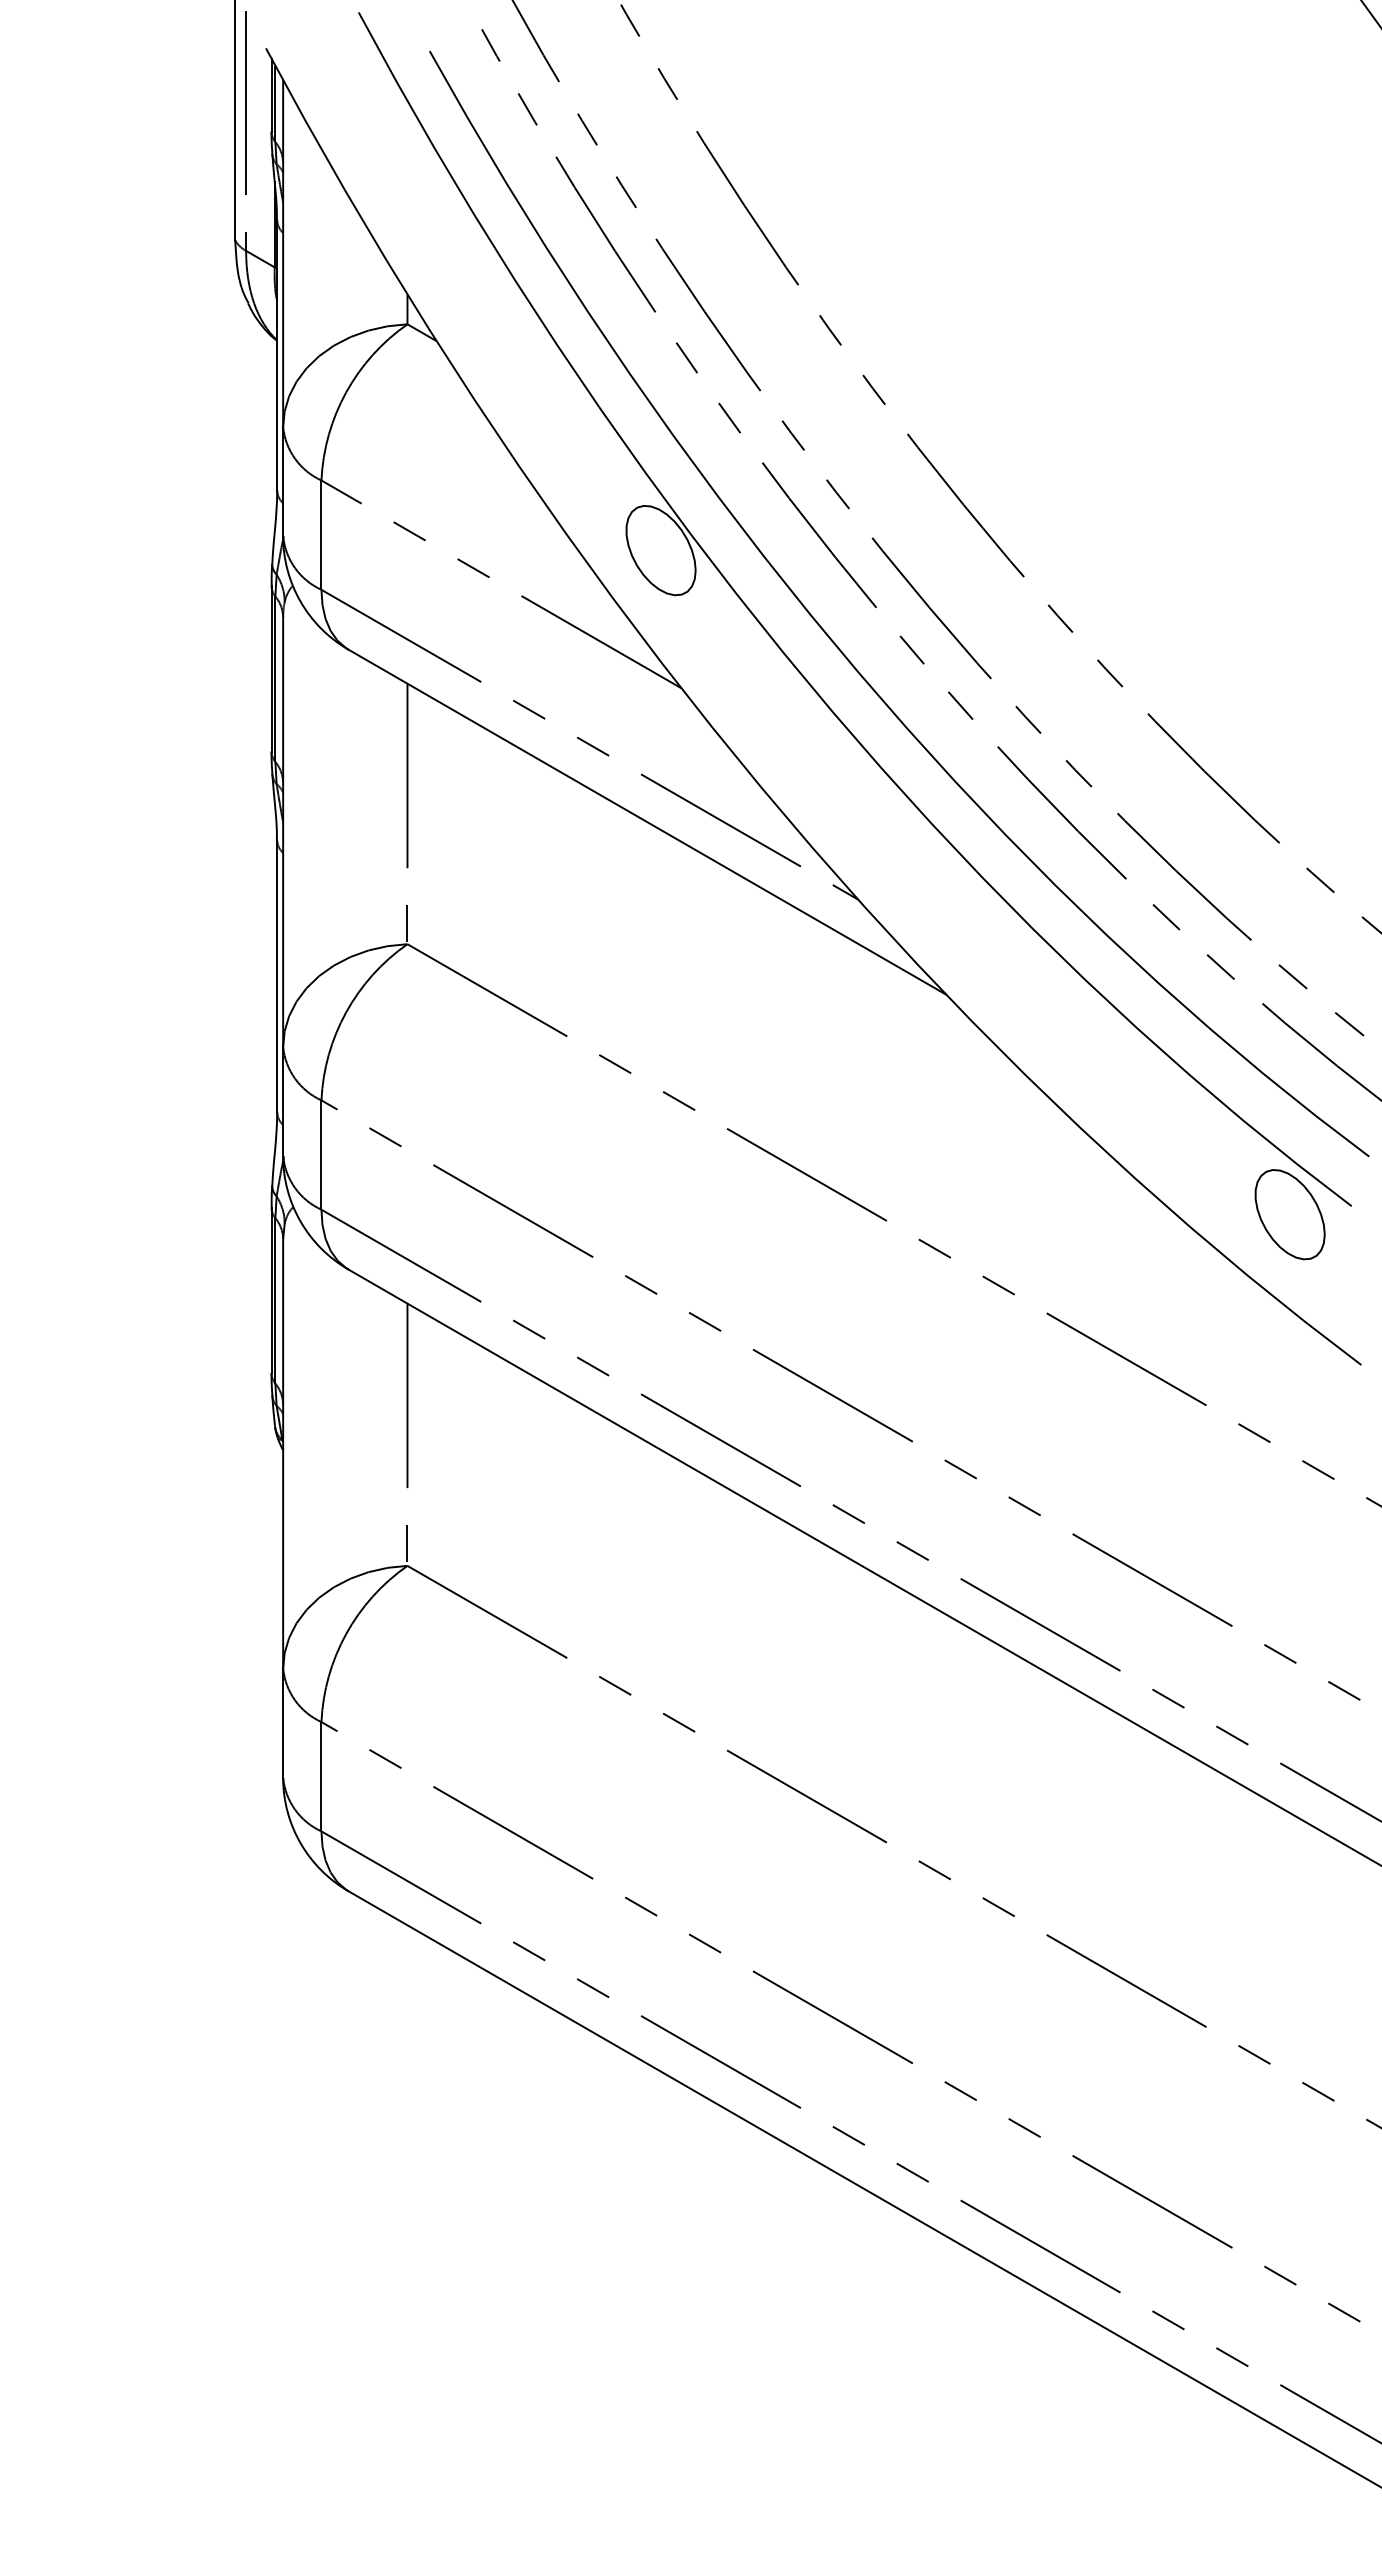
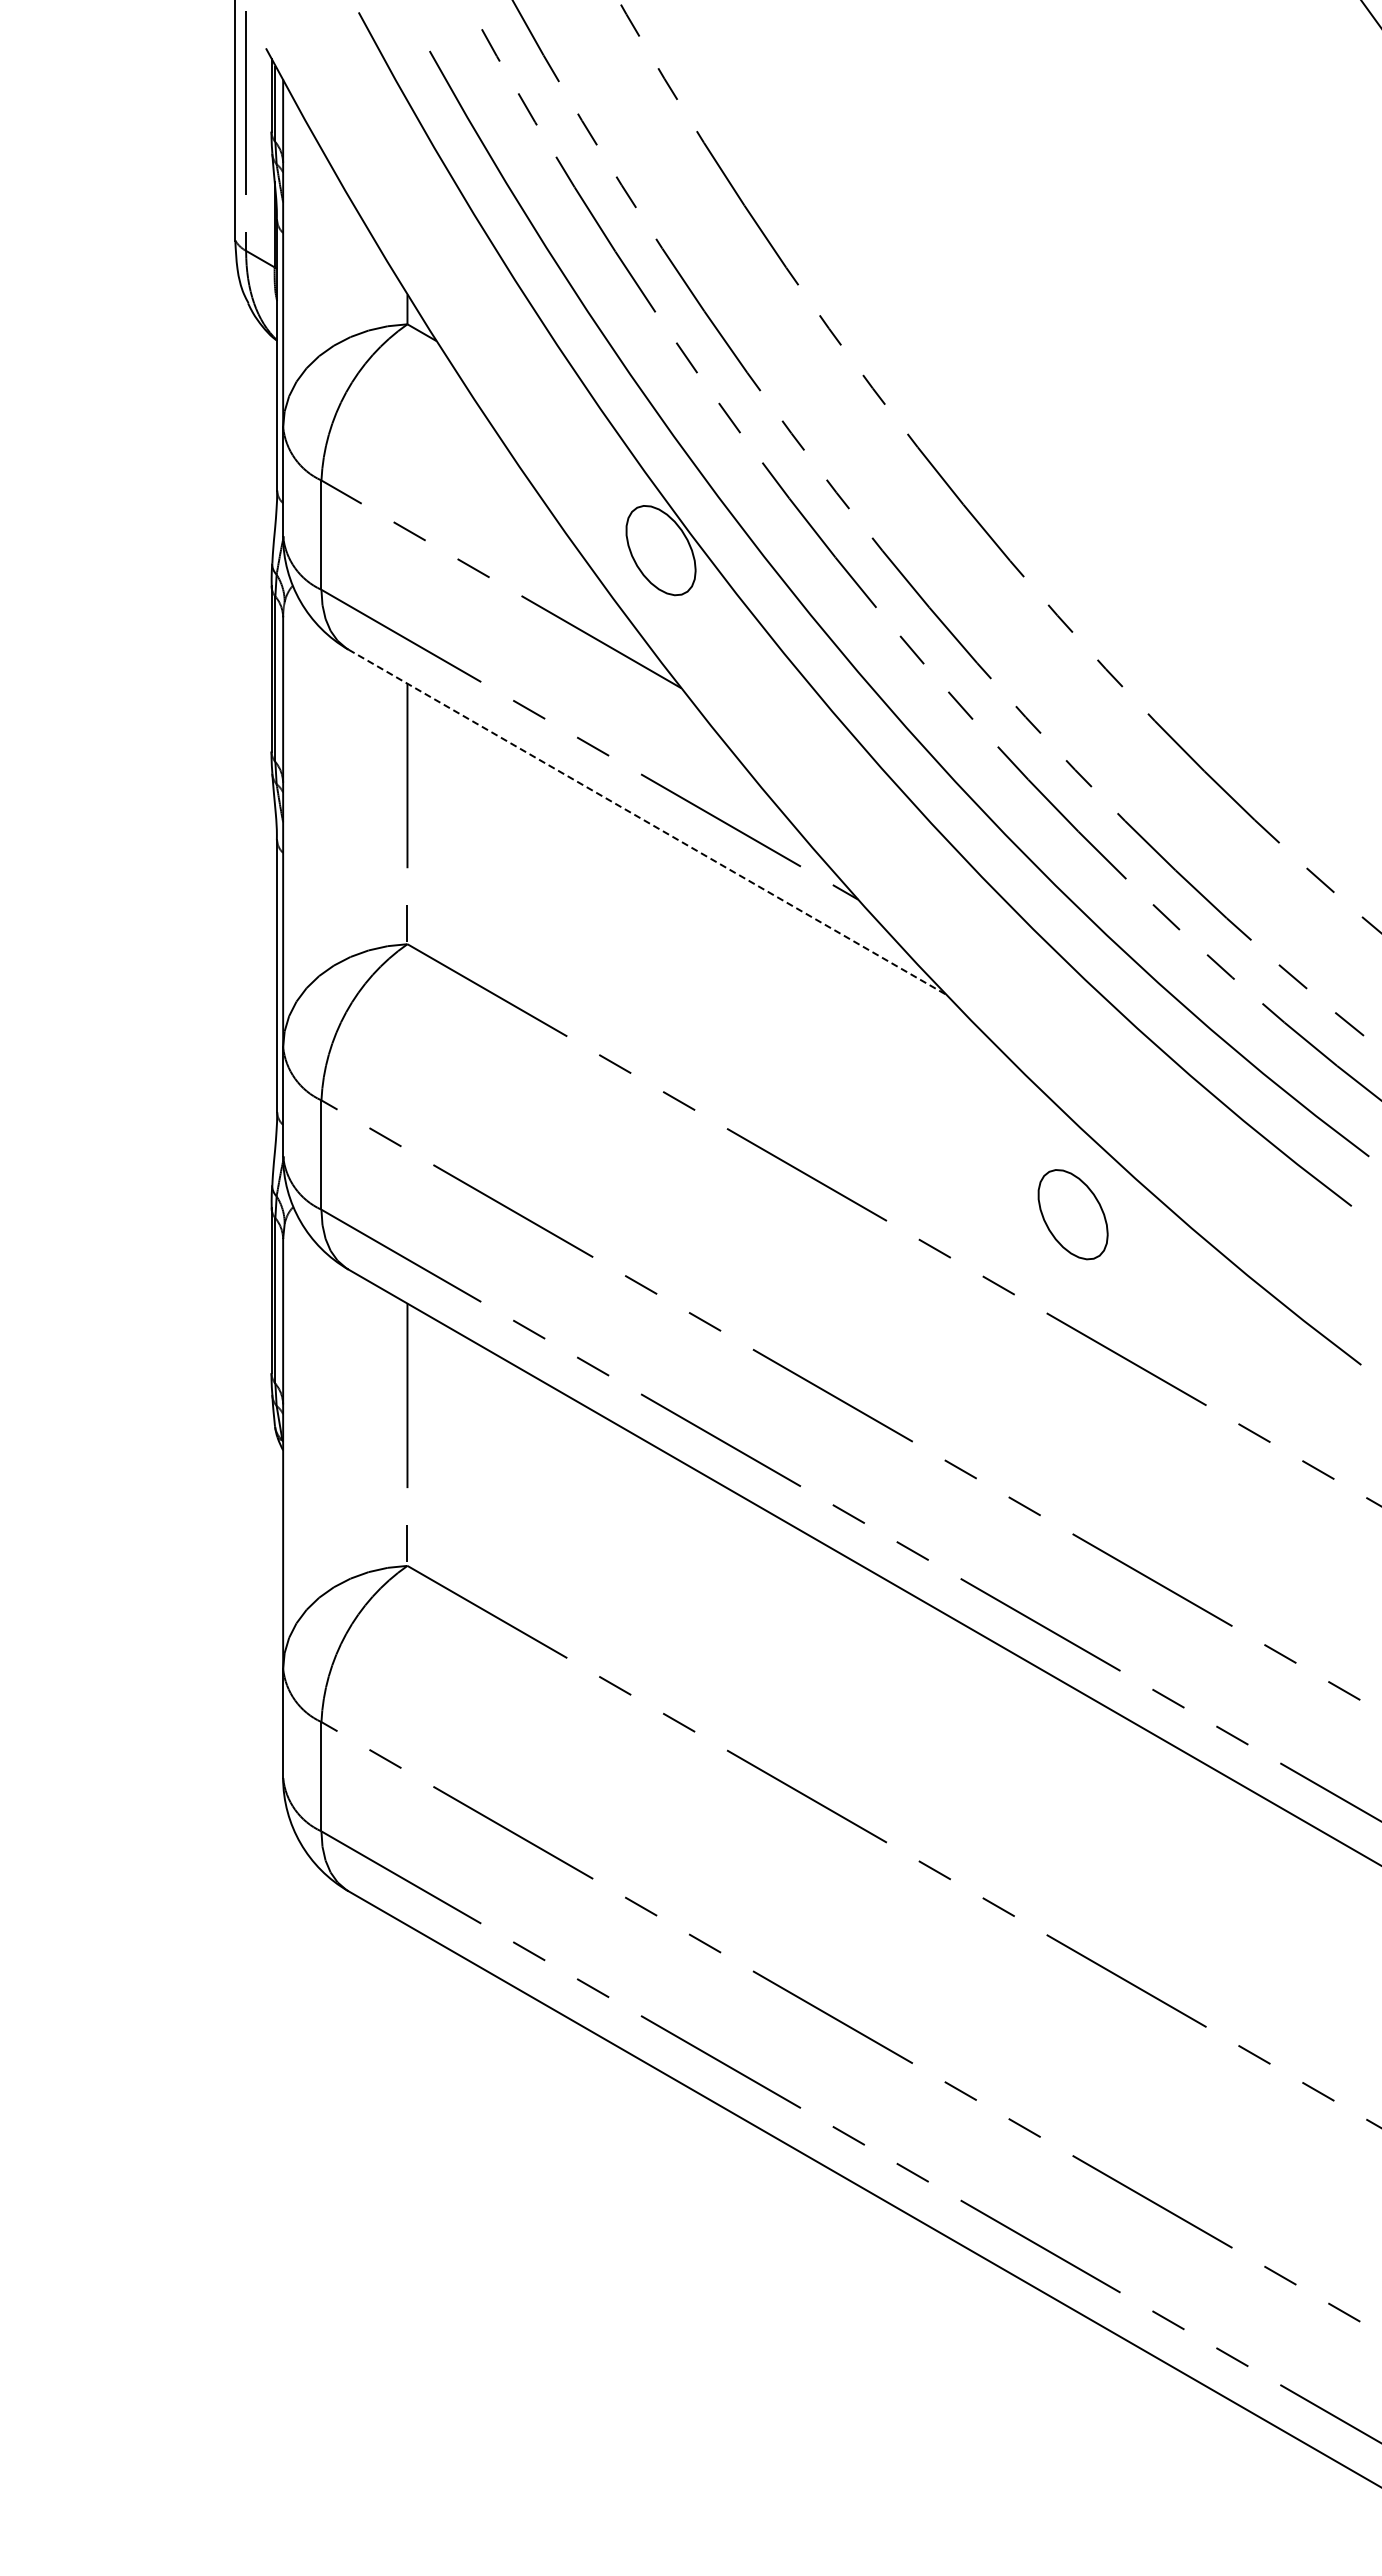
line at (647, 822): solid -> dashed
part at (1289, 1214) position: (1289, 1214) -> (1072, 1214)
